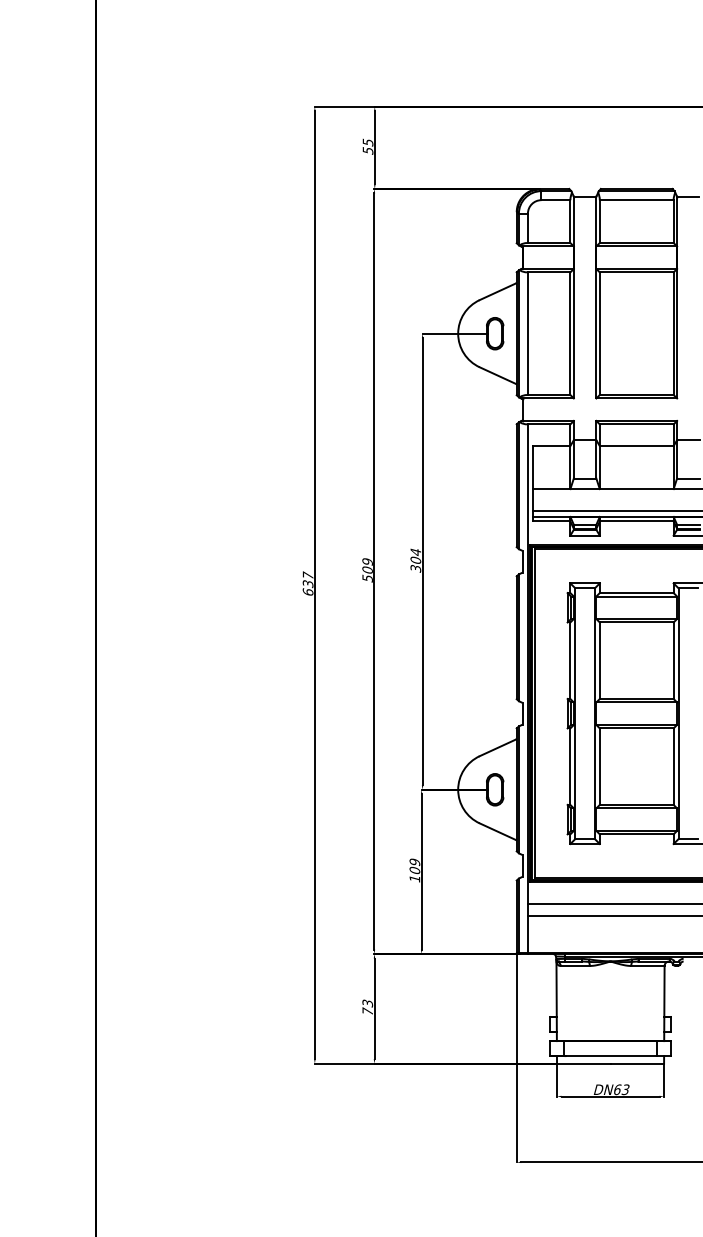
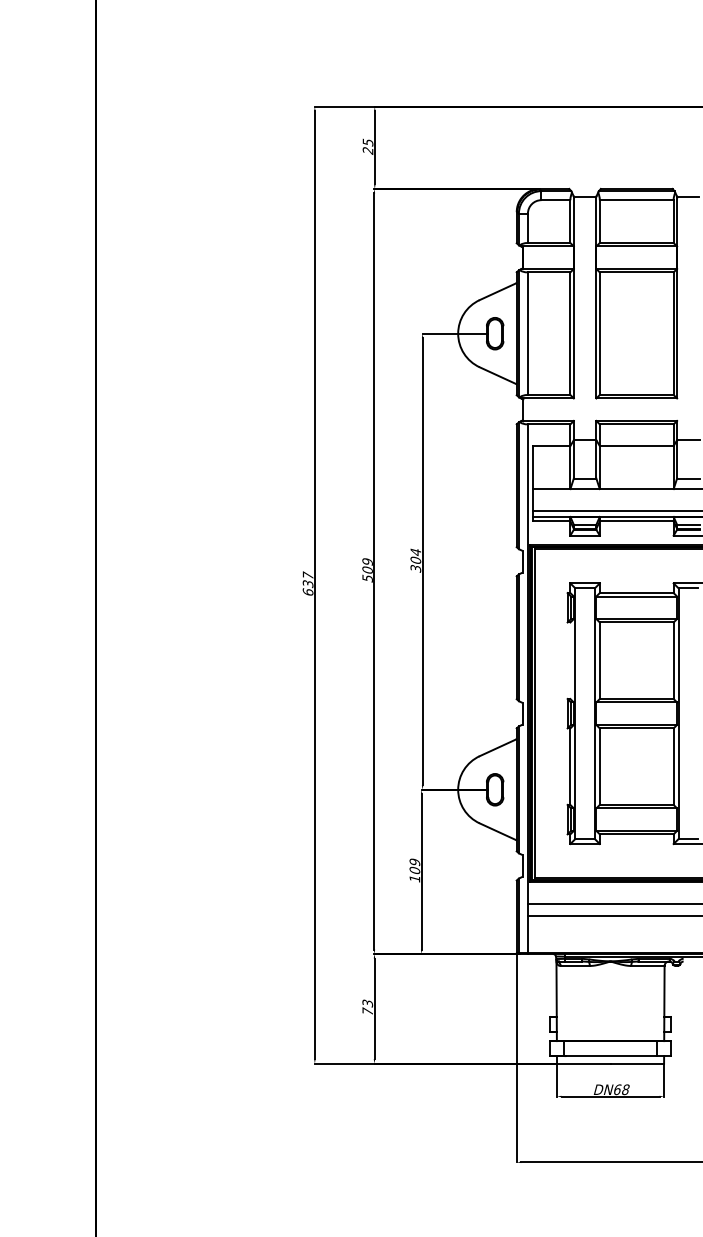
text at (367, 150): 55 -> 25
line at (570, 660): present -> none
text at (625, 1089): DN63 -> DN68
